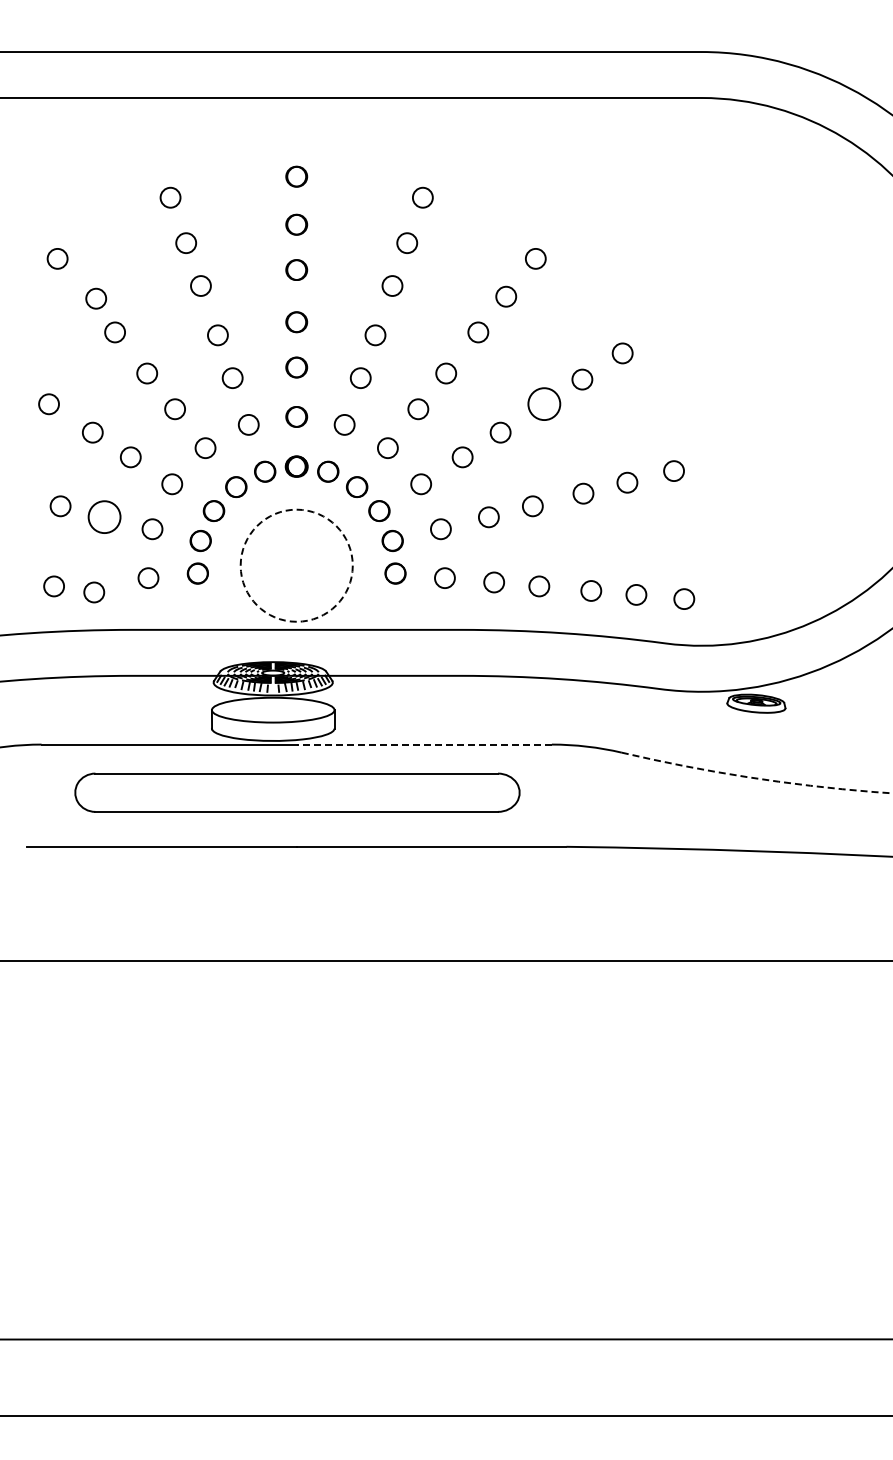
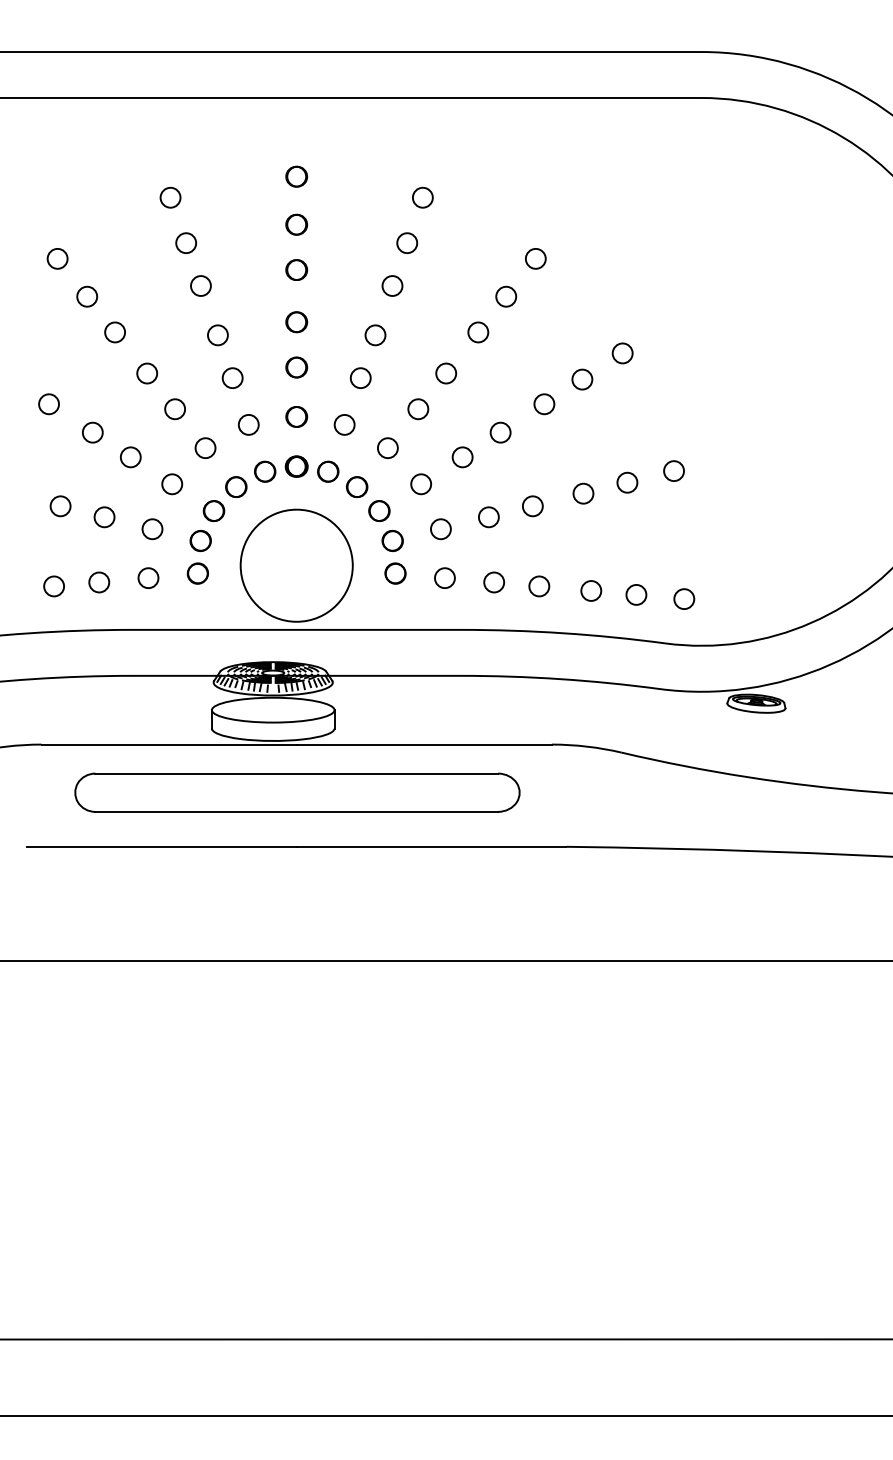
circle at (96, 298) position: (96, 298) -> (87, 296)
circle at (544, 403) size: 35x34 px -> 23x23 px
circle at (104, 516) size: 35x34 px -> 23x23 px
circle at (296, 565): dashed -> solid
circle at (94, 592) position: (94, 592) -> (99, 582)
line at (424, 744): dashed -> solid
arc at (757, 778): dashed -> solid
